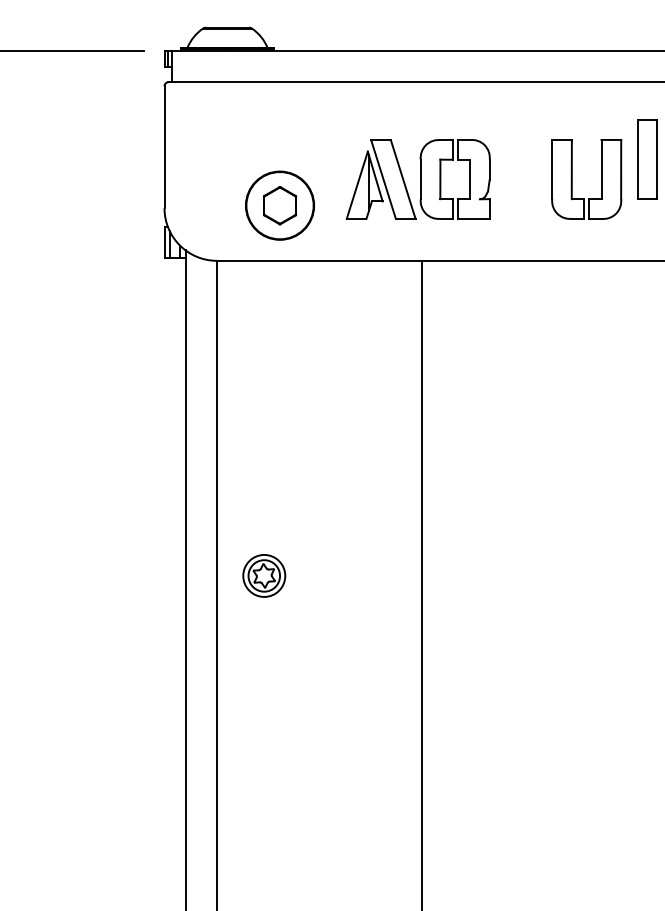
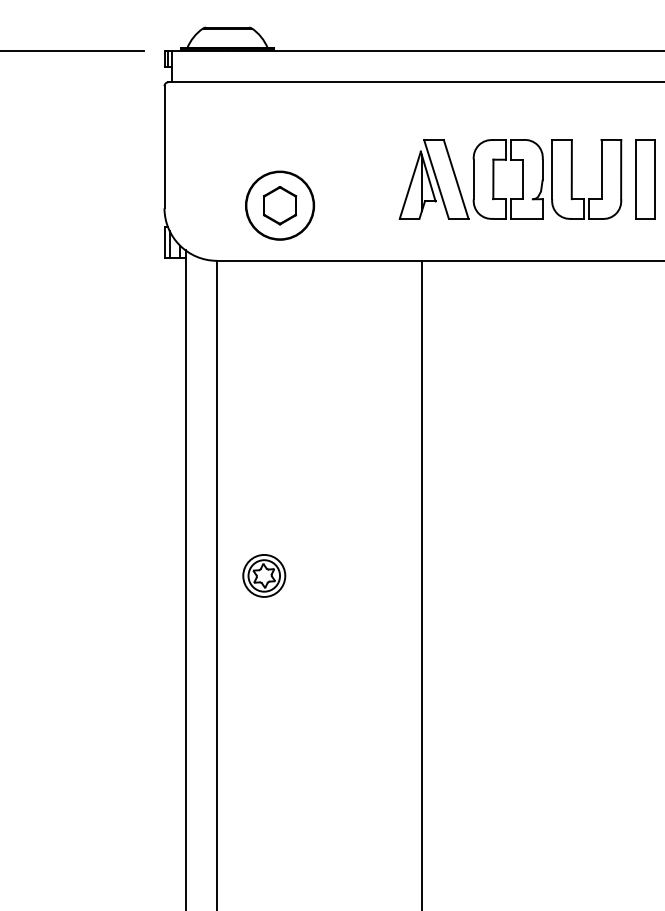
part at (647, 159) position: (647, 159) -> (645, 179)
part at (417, 179) position: (417, 179) -> (470, 179)
